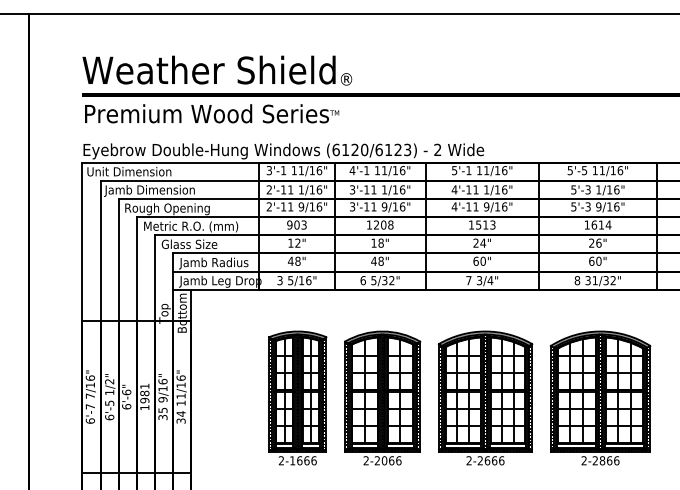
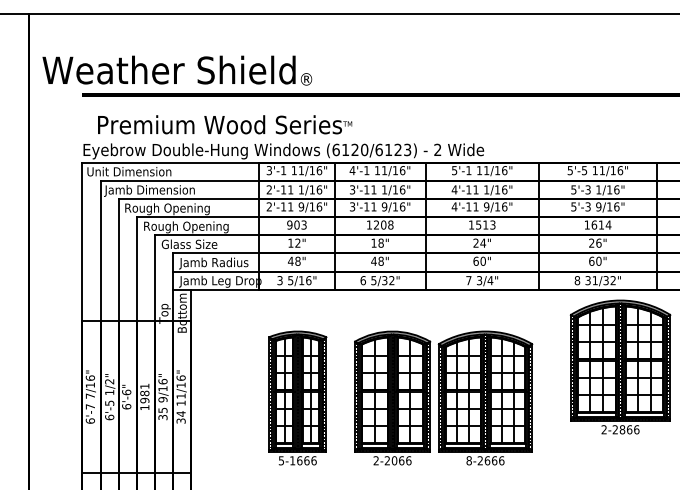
text at (217, 70) position: (217, 70) -> (177, 70)
text at (212, 113) position: (212, 113) -> (225, 124)
text at (191, 227): Metric R.O. (mm) -> Rough Opening
part at (382, 397) position: (382, 397) -> (392, 397)
part at (600, 397) position: (600, 397) -> (620, 366)
text at (280, 460): 2-1666 -> 5-1666
text at (468, 460): 2-2666 -> 8-2666
